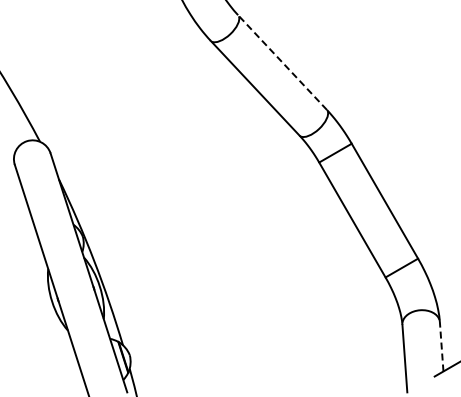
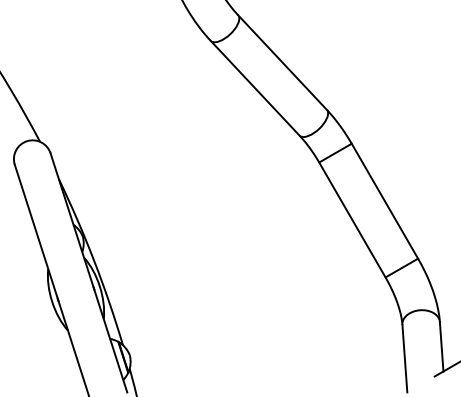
line at (282, 62): dashed -> solid
line at (441, 346): dashed -> solid
